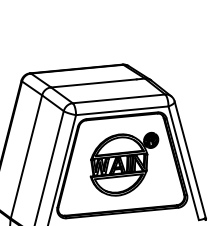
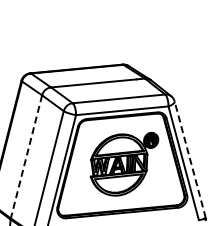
line at (26, 157): solid -> dashed
line at (190, 159): solid -> dashed
